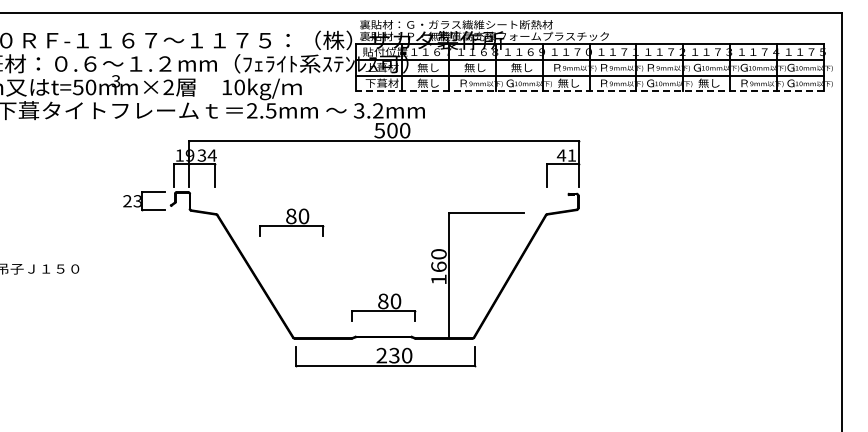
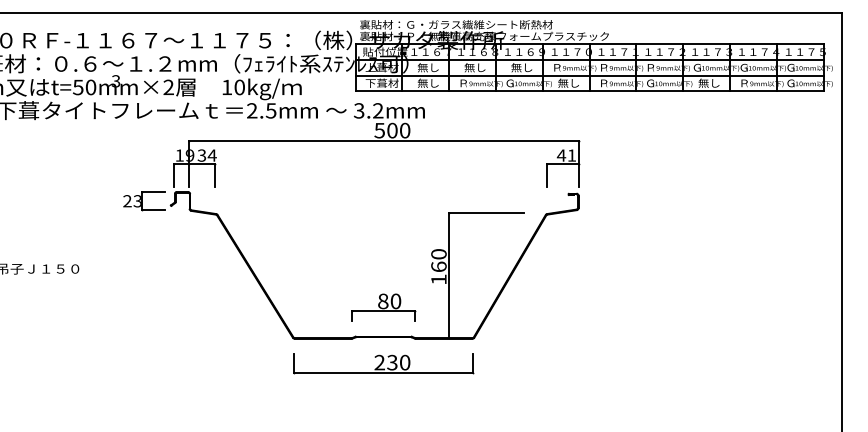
line at (589, 91): dashed -> solid
part at (291, 222): present -> none
part at (385, 356) position: (385, 356) -> (383, 363)
